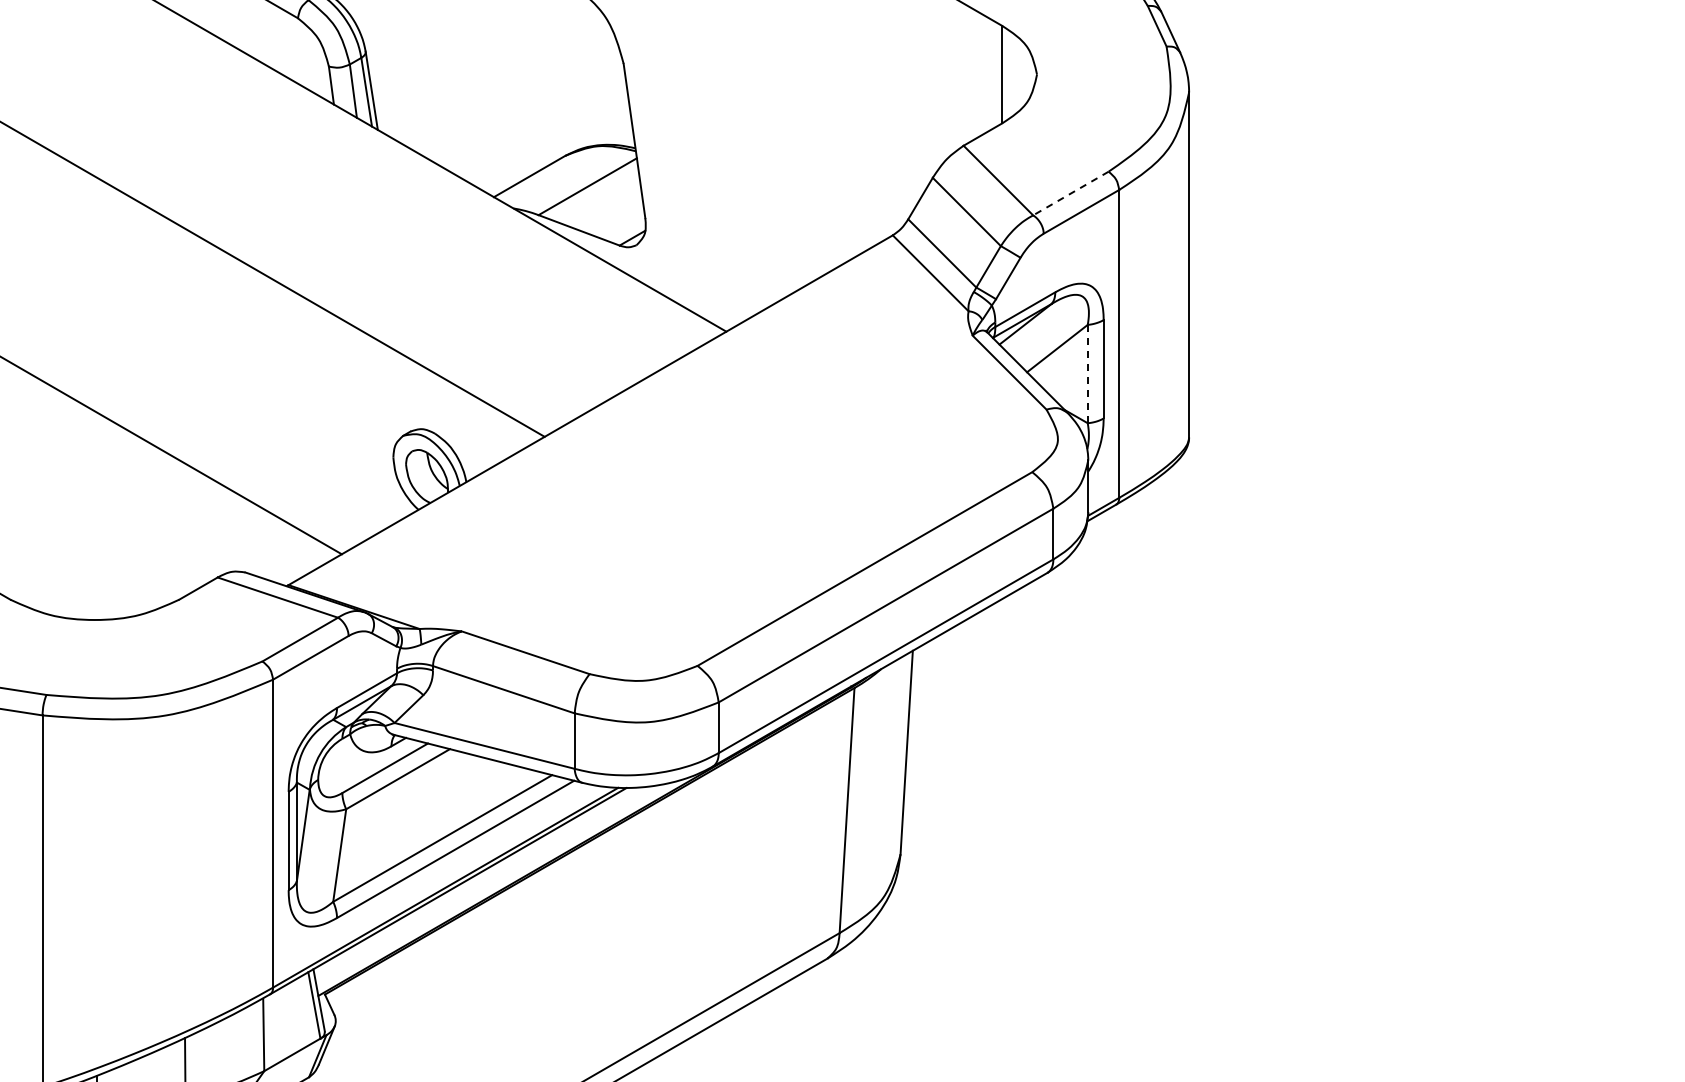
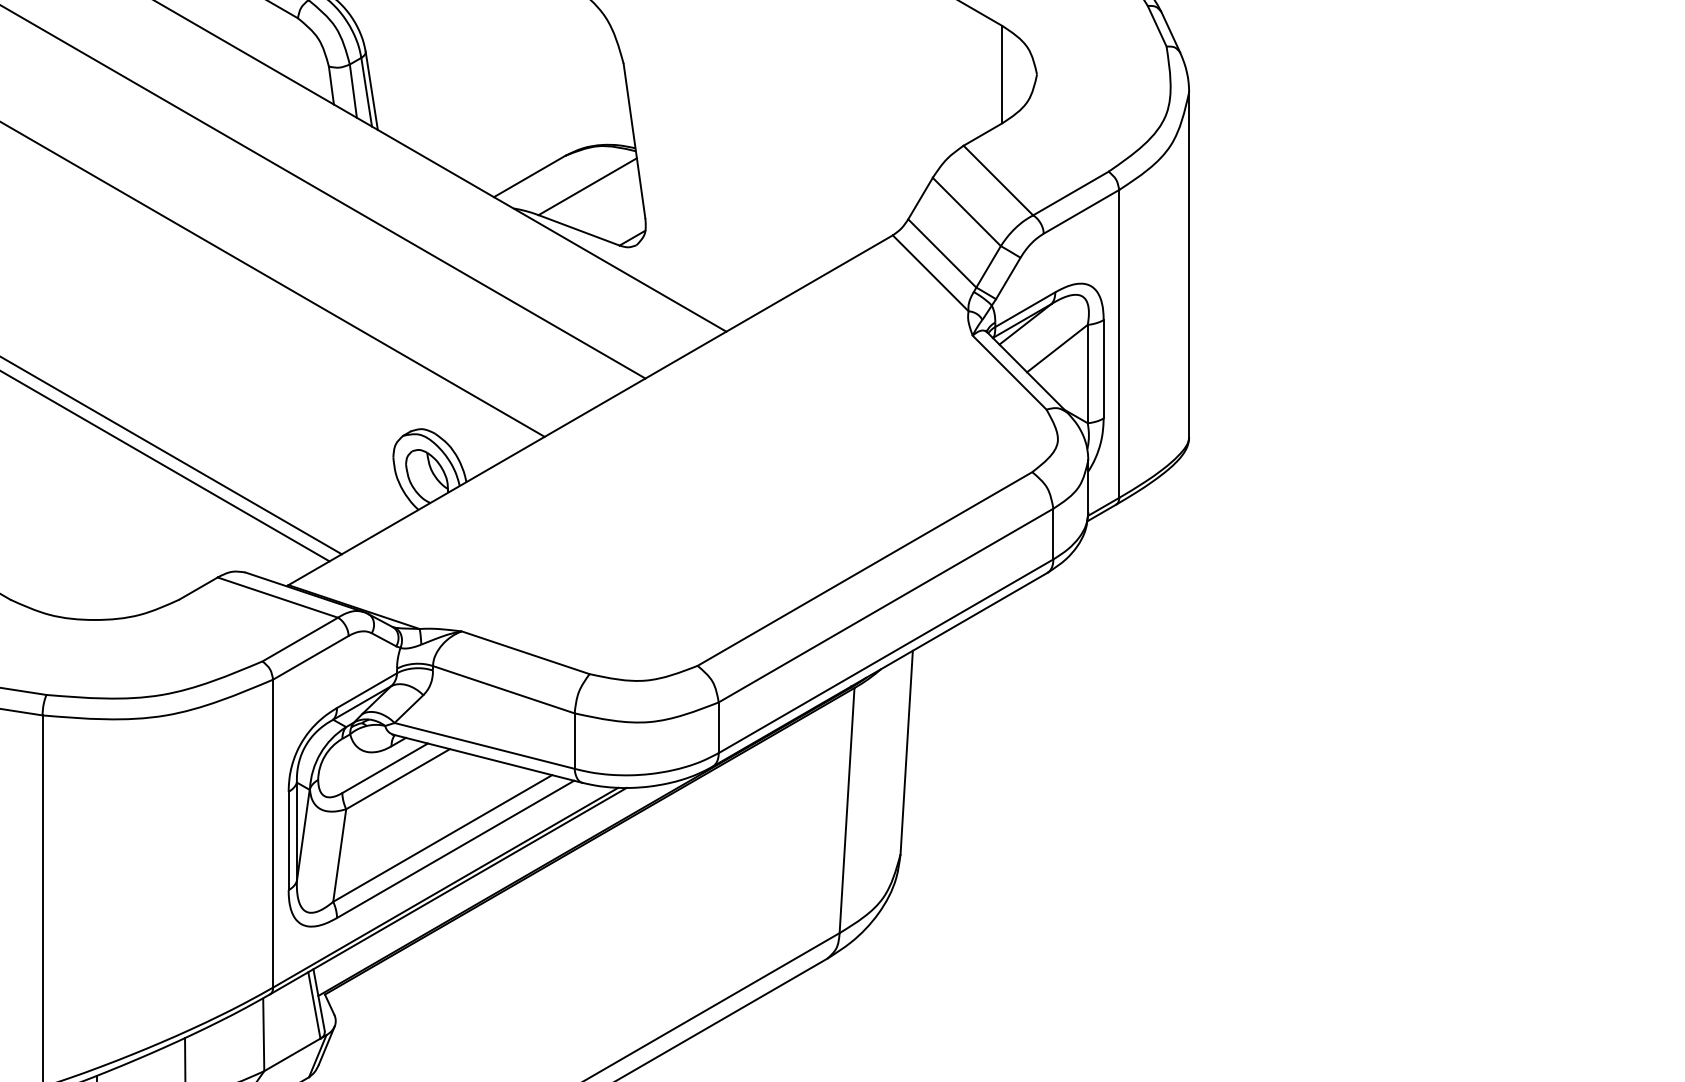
line at (323, 192): none -> present
line at (1070, 193): dashed -> solid
line at (1087, 373): dashed -> solid
line at (165, 466): none -> present
